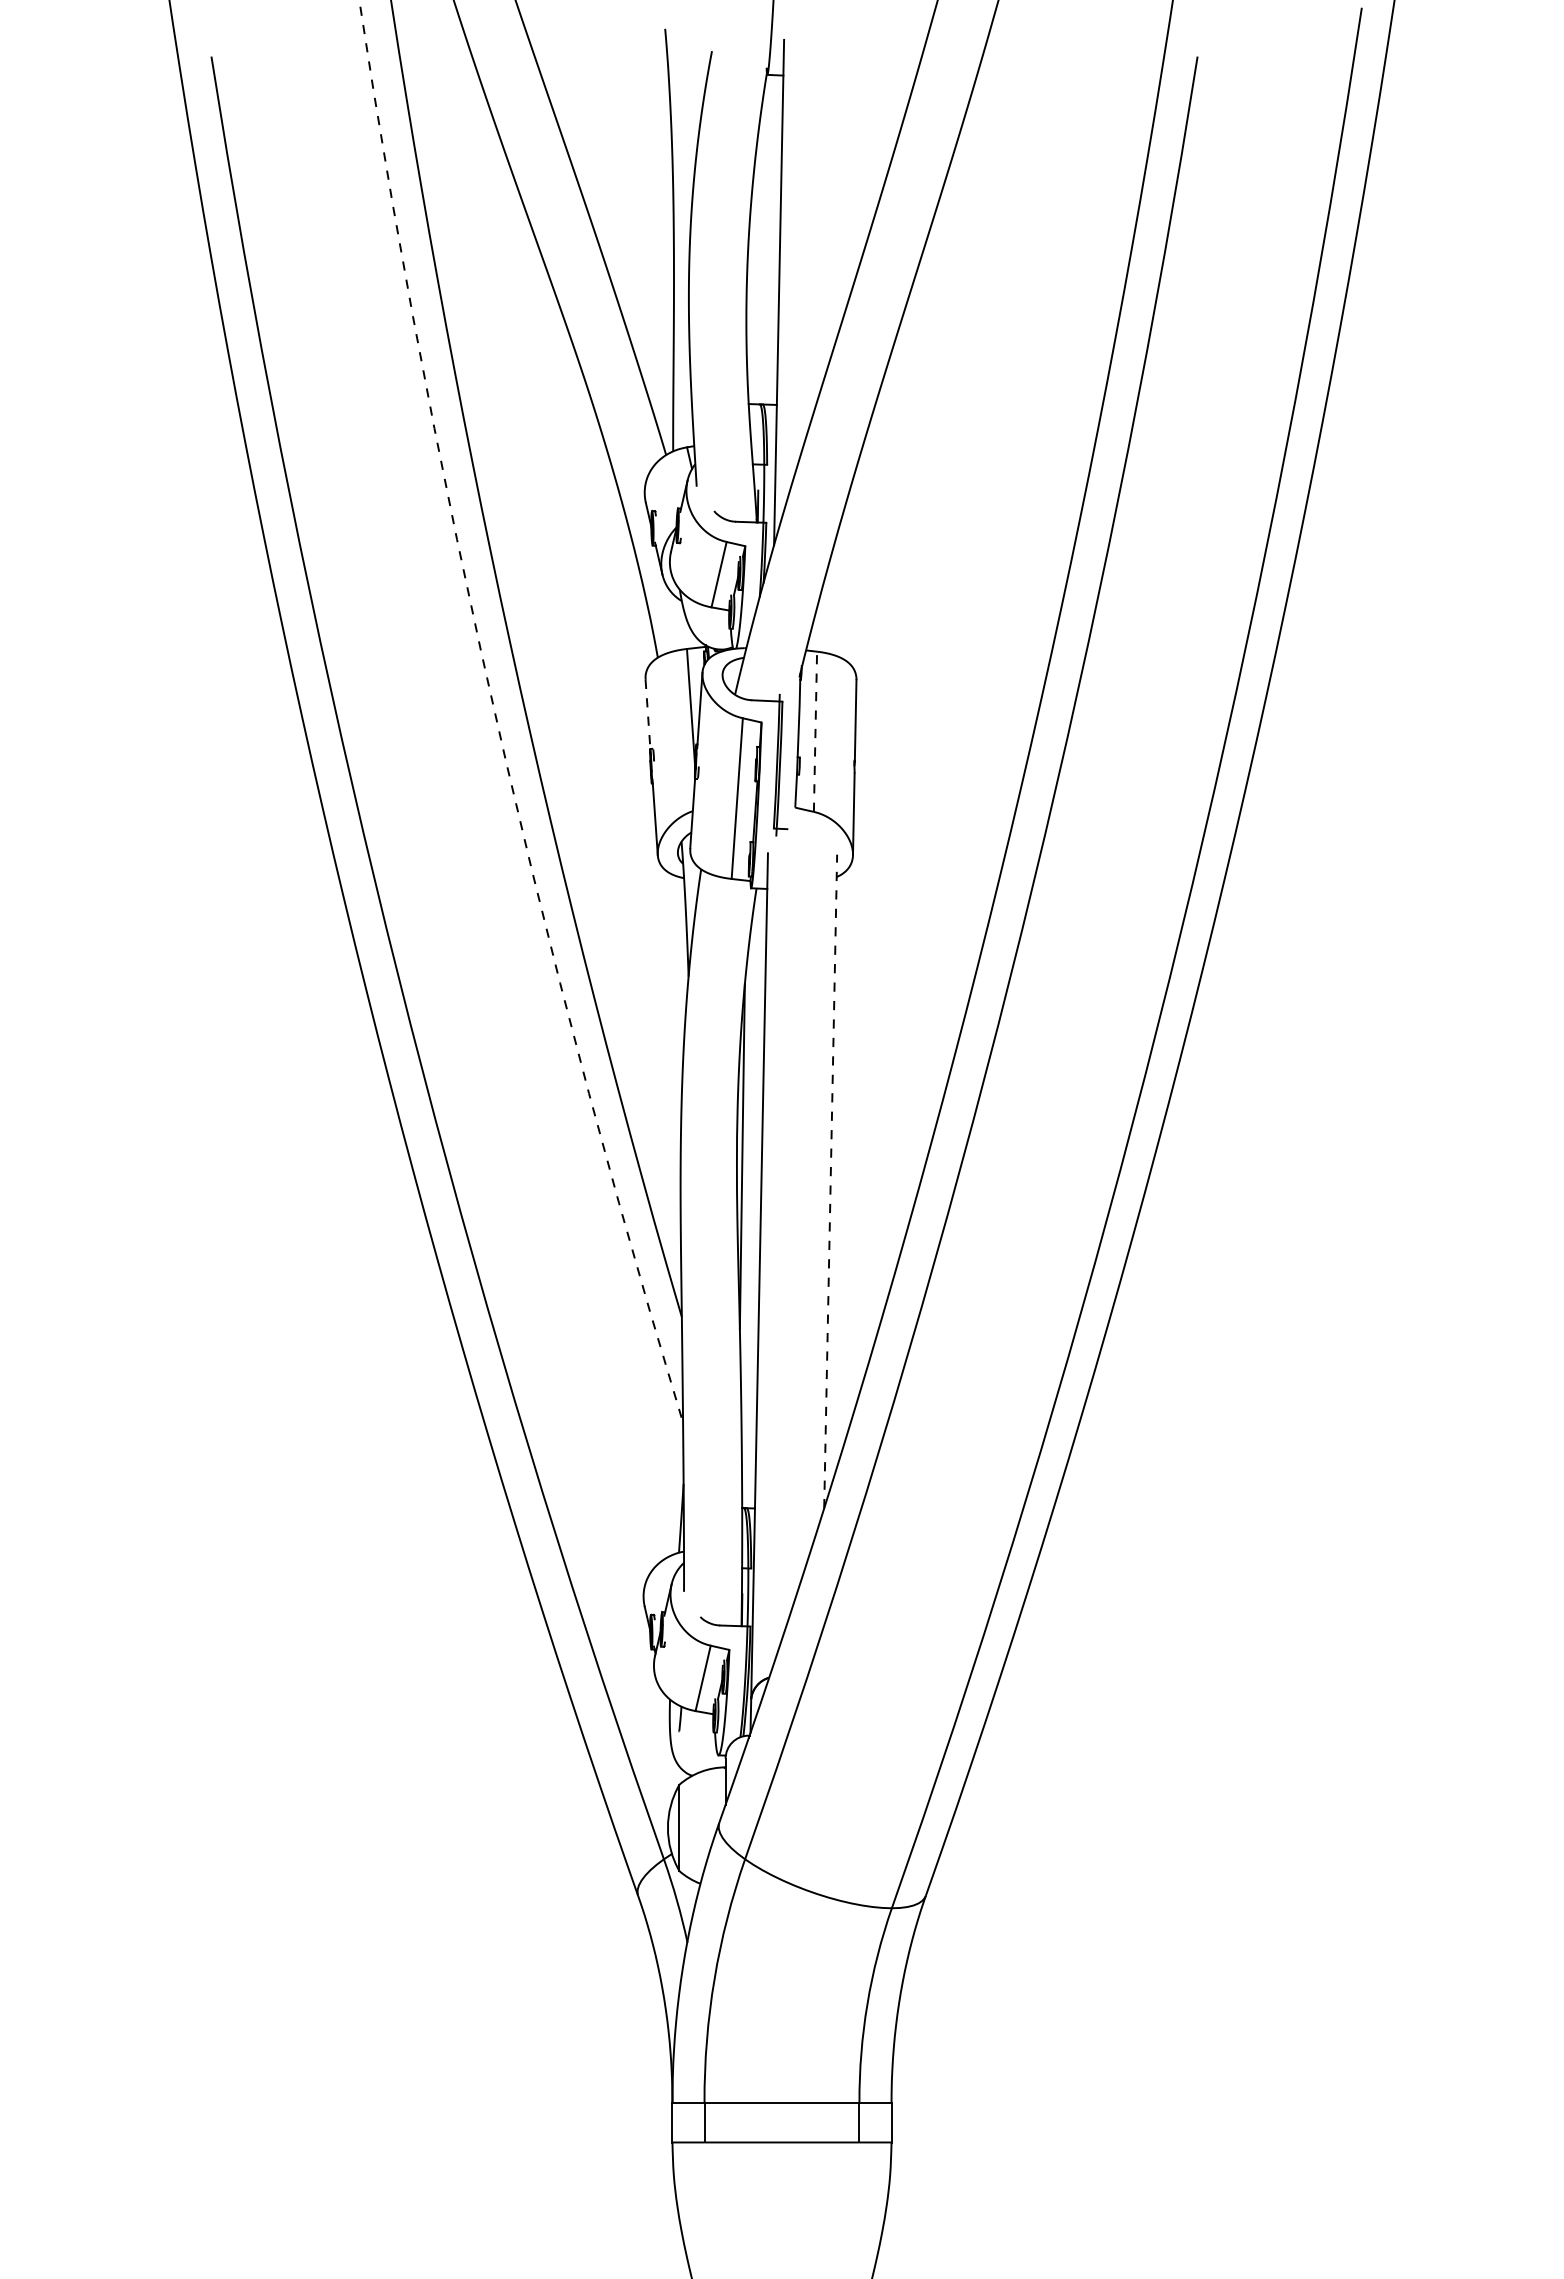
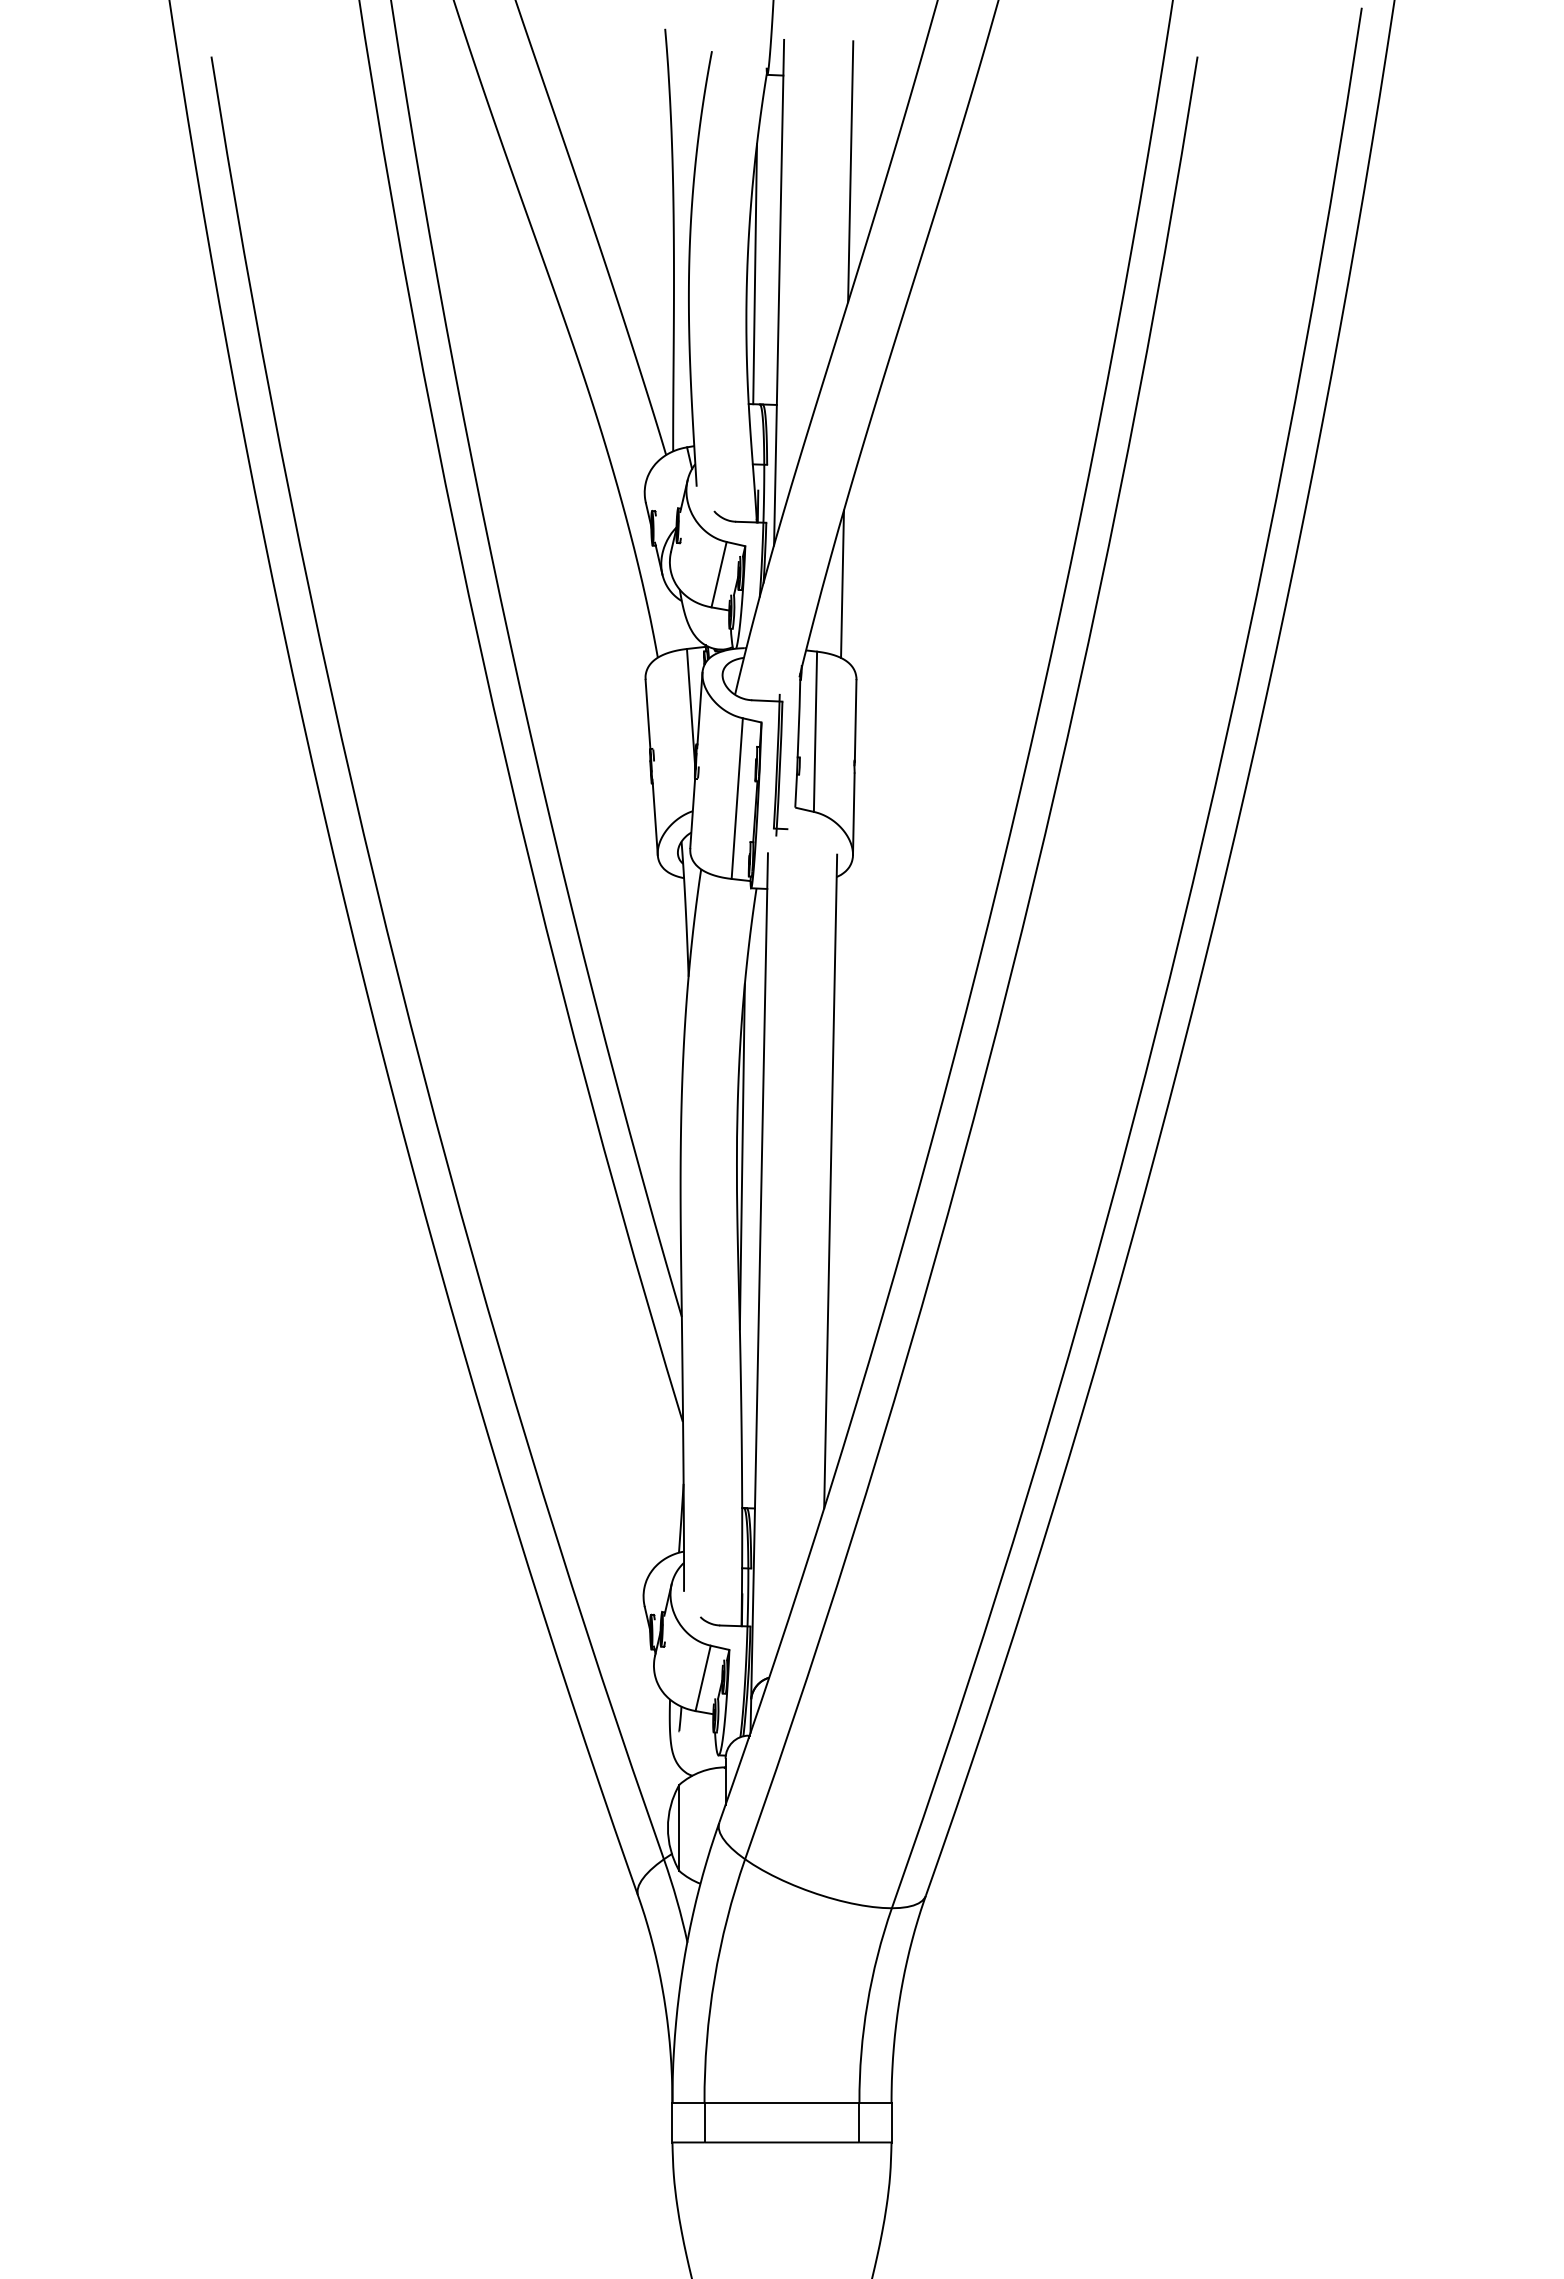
line at (850, 171): none -> present
line at (754, 274): none -> present
line at (842, 584): none -> present
line at (647, 714): dashed -> solid
arc at (495, 716): dashed -> solid
line at (815, 731): dashed -> solid
line at (830, 1181): dashed -> solid
